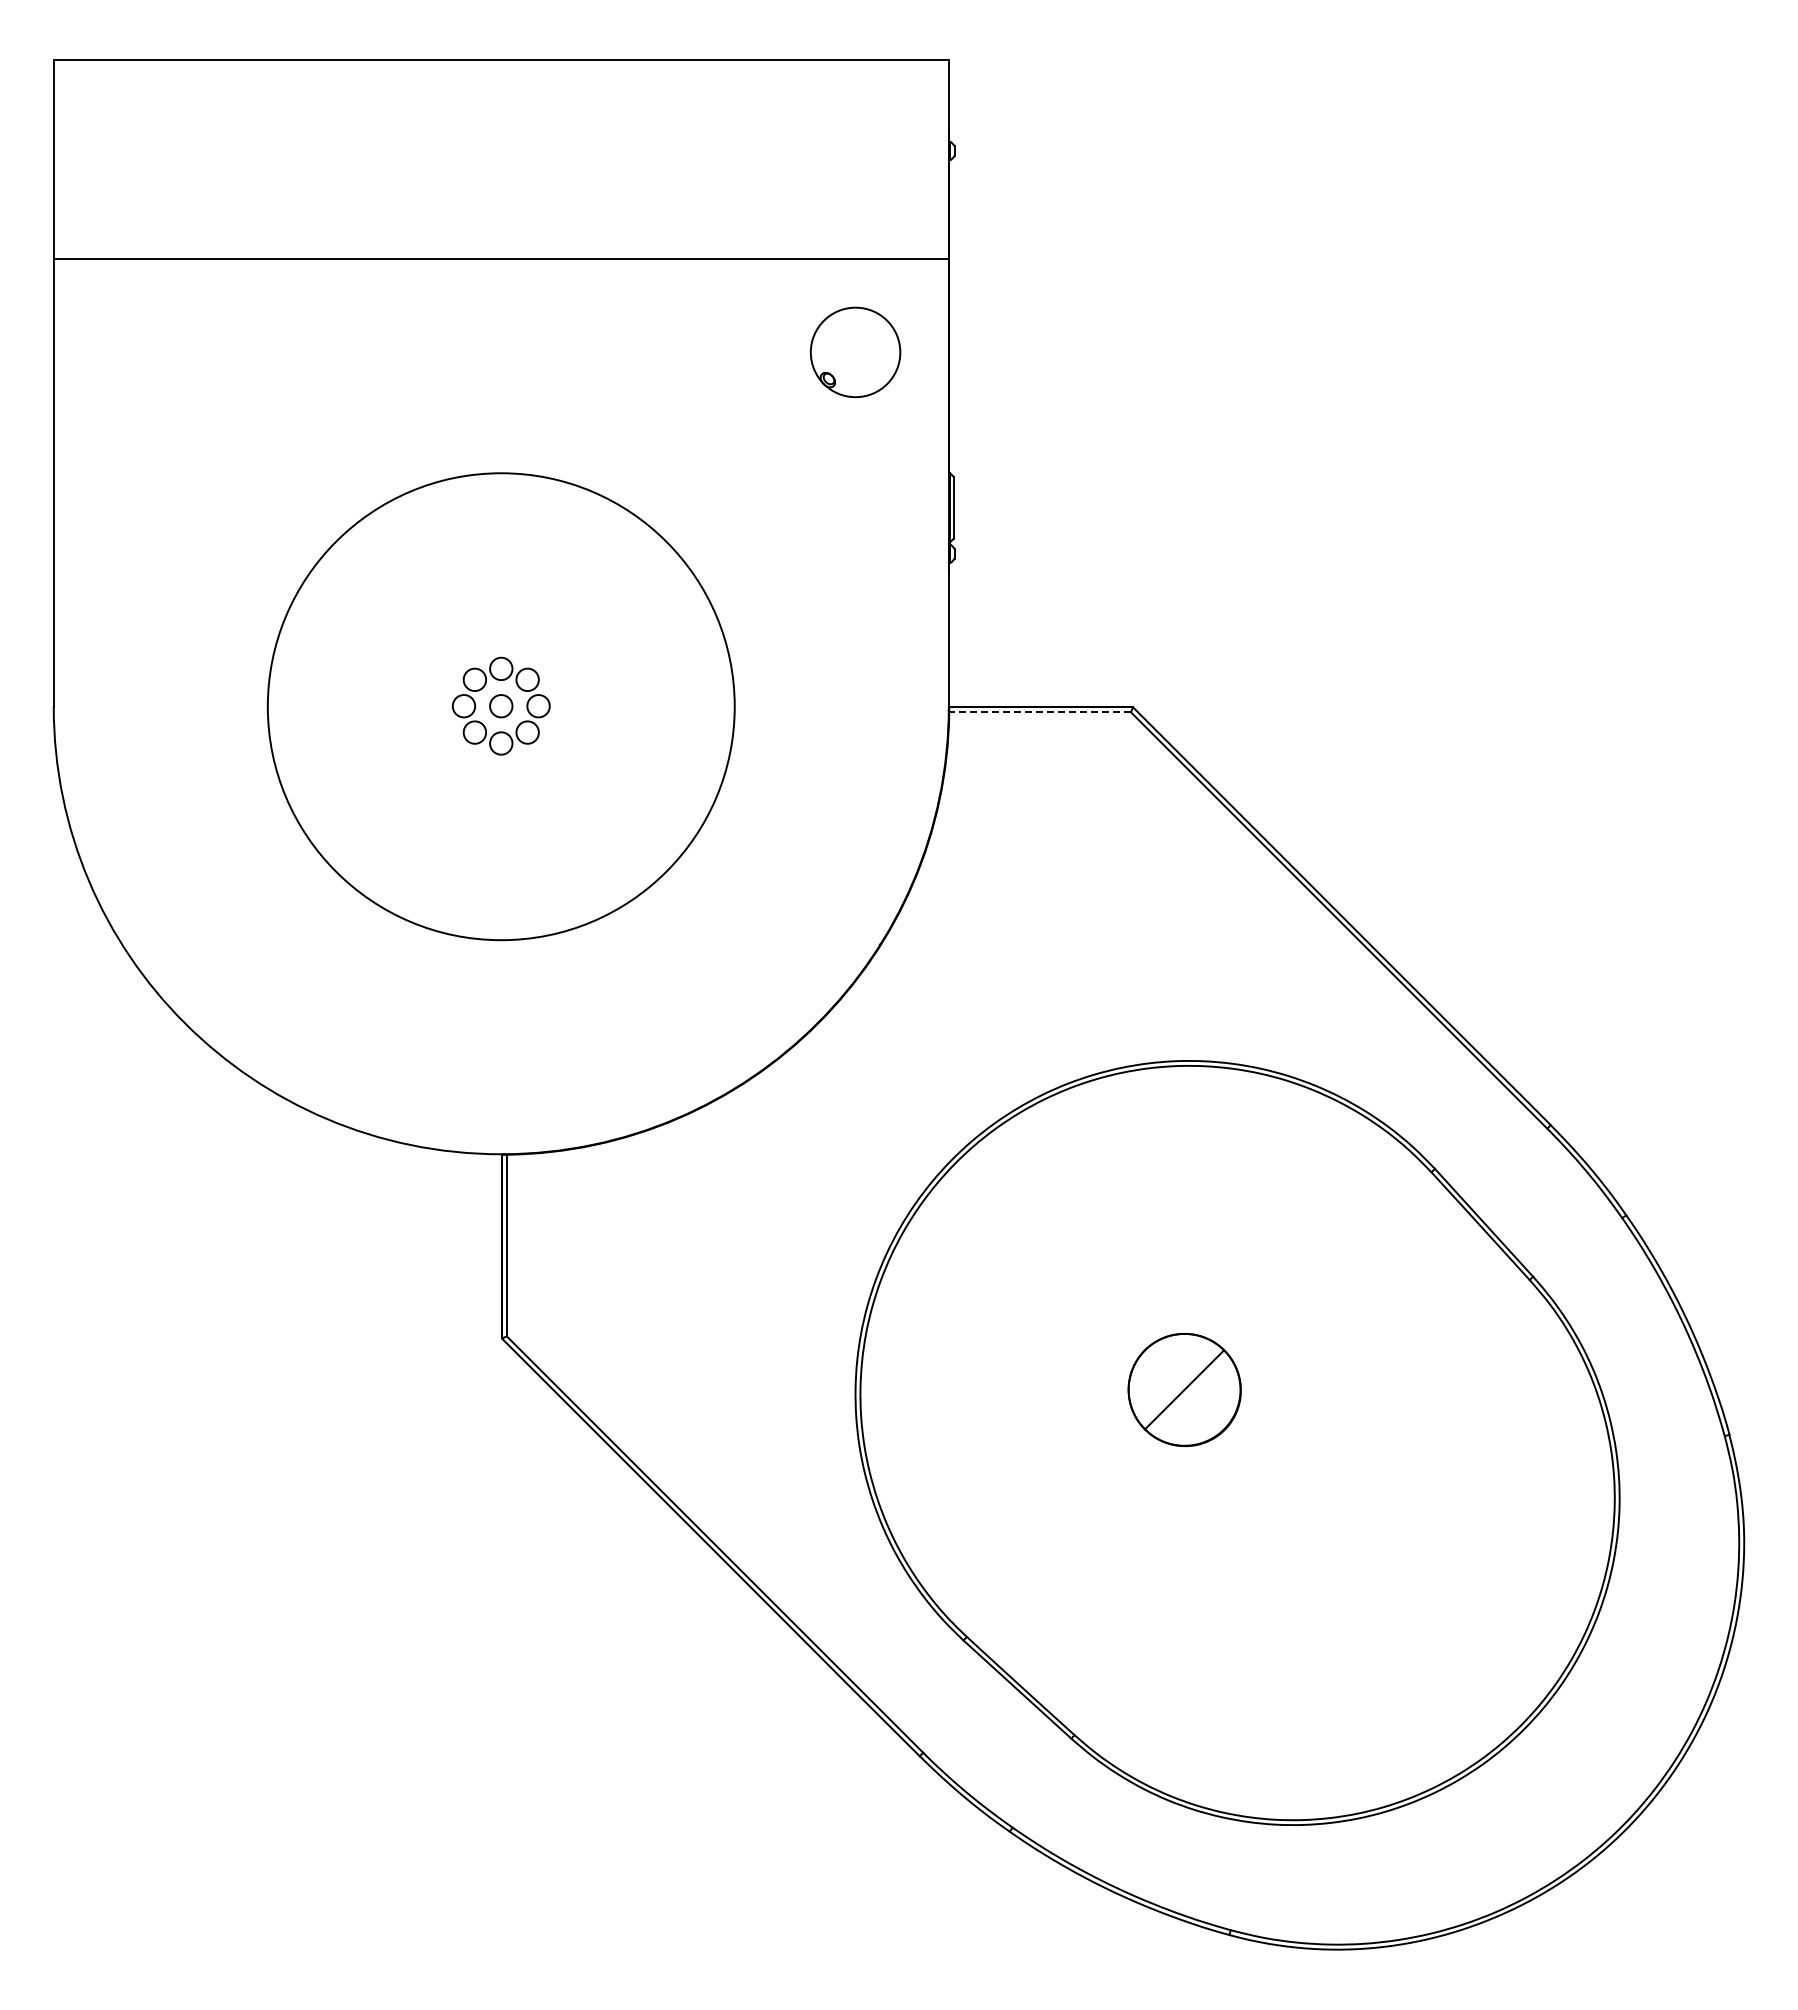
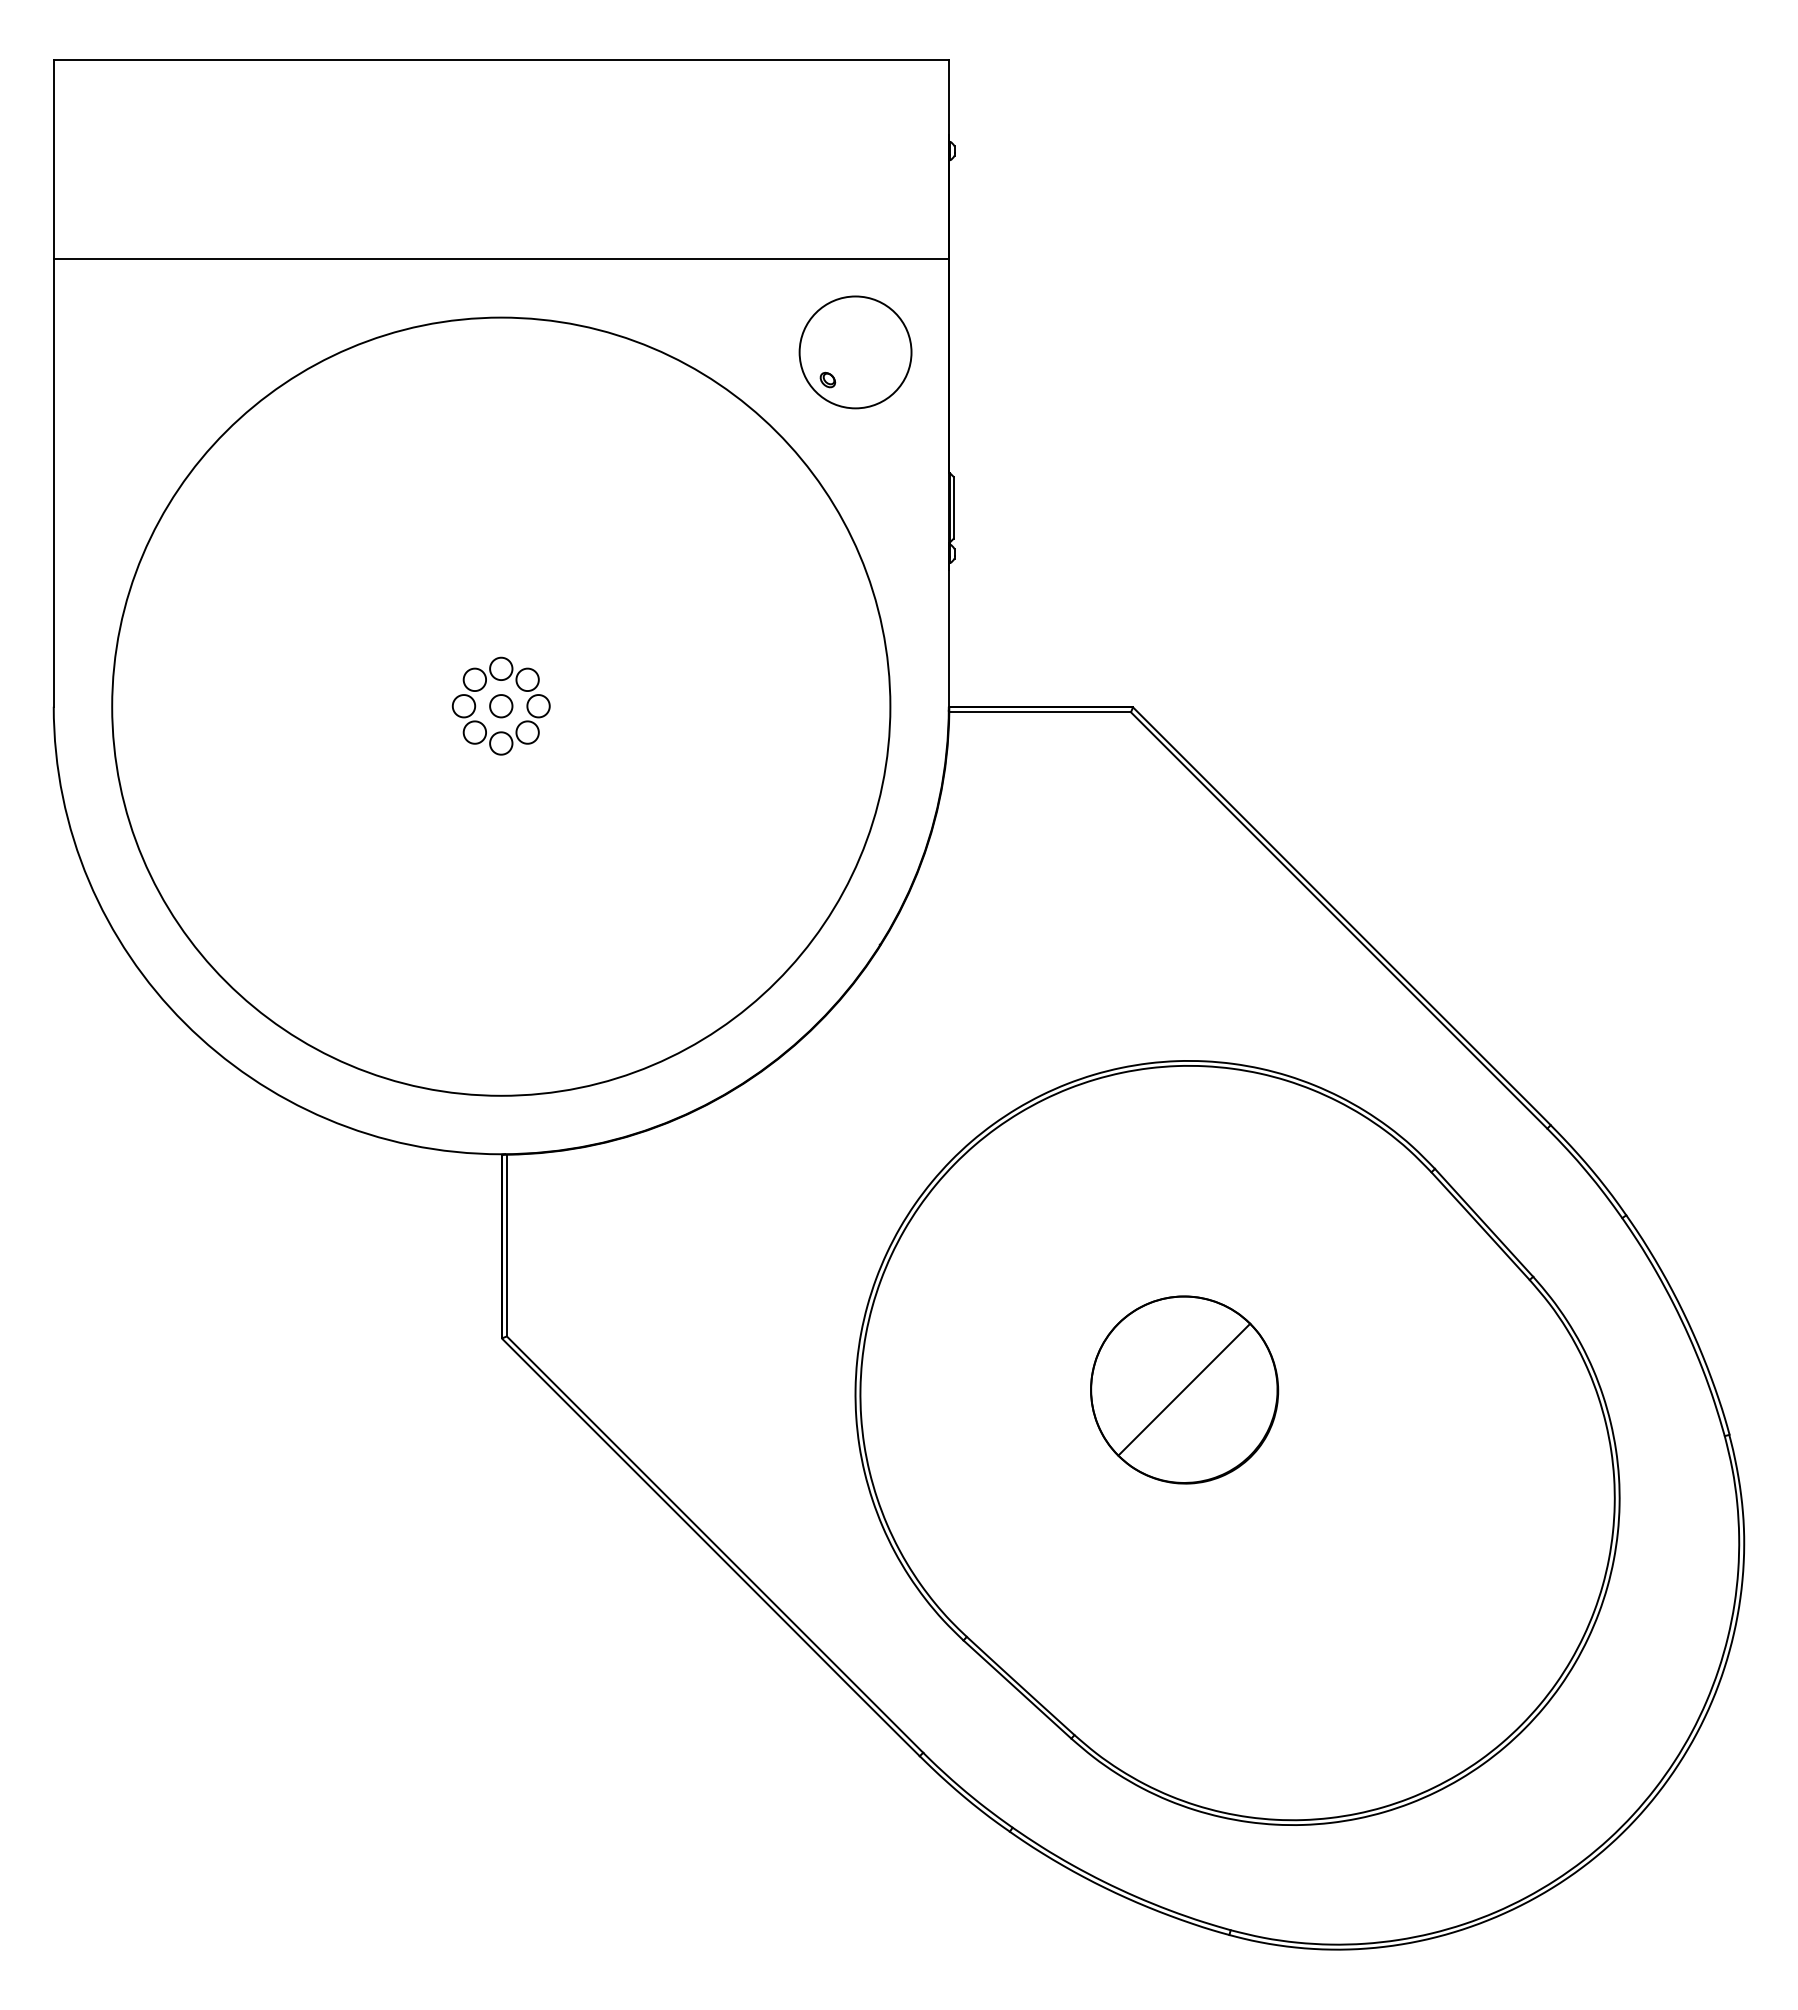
circle at (855, 352) diameter: 90 px -> 112 px
circle at (500, 706) diameter: 467 px -> 778 px
line at (1040, 712): dashed -> solid
part at (1184, 1390) size: 115x115 px -> 190x190 px
